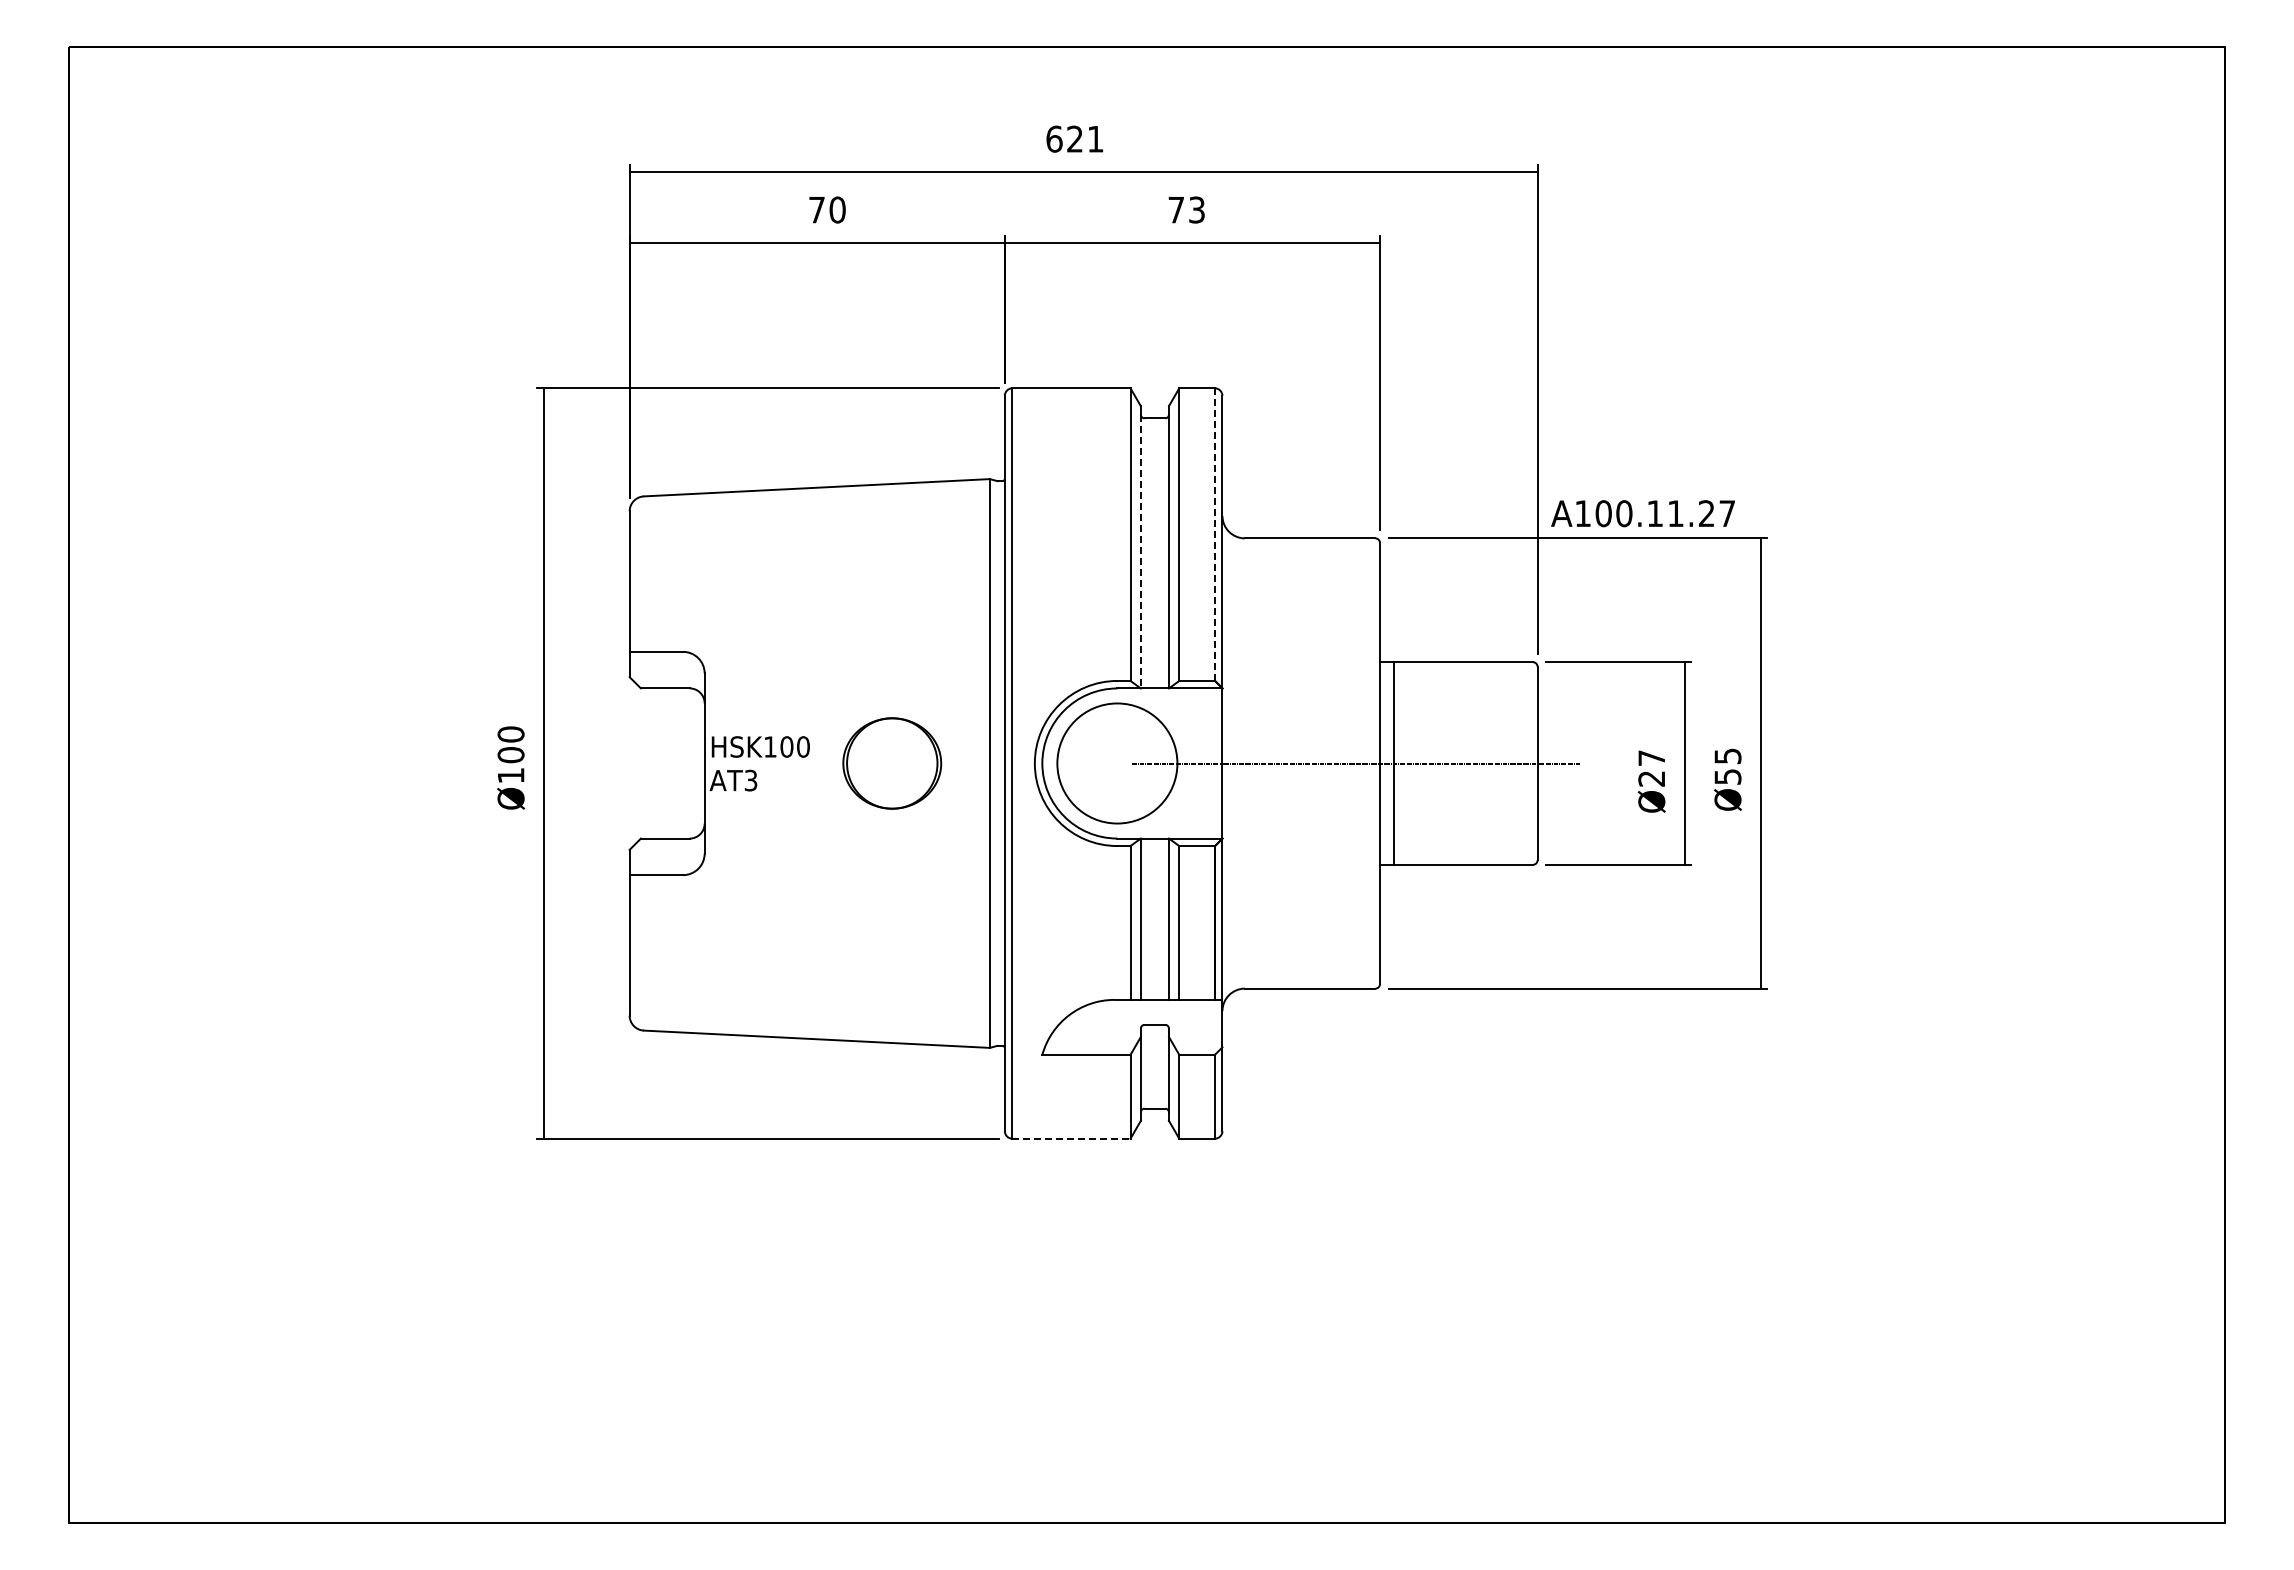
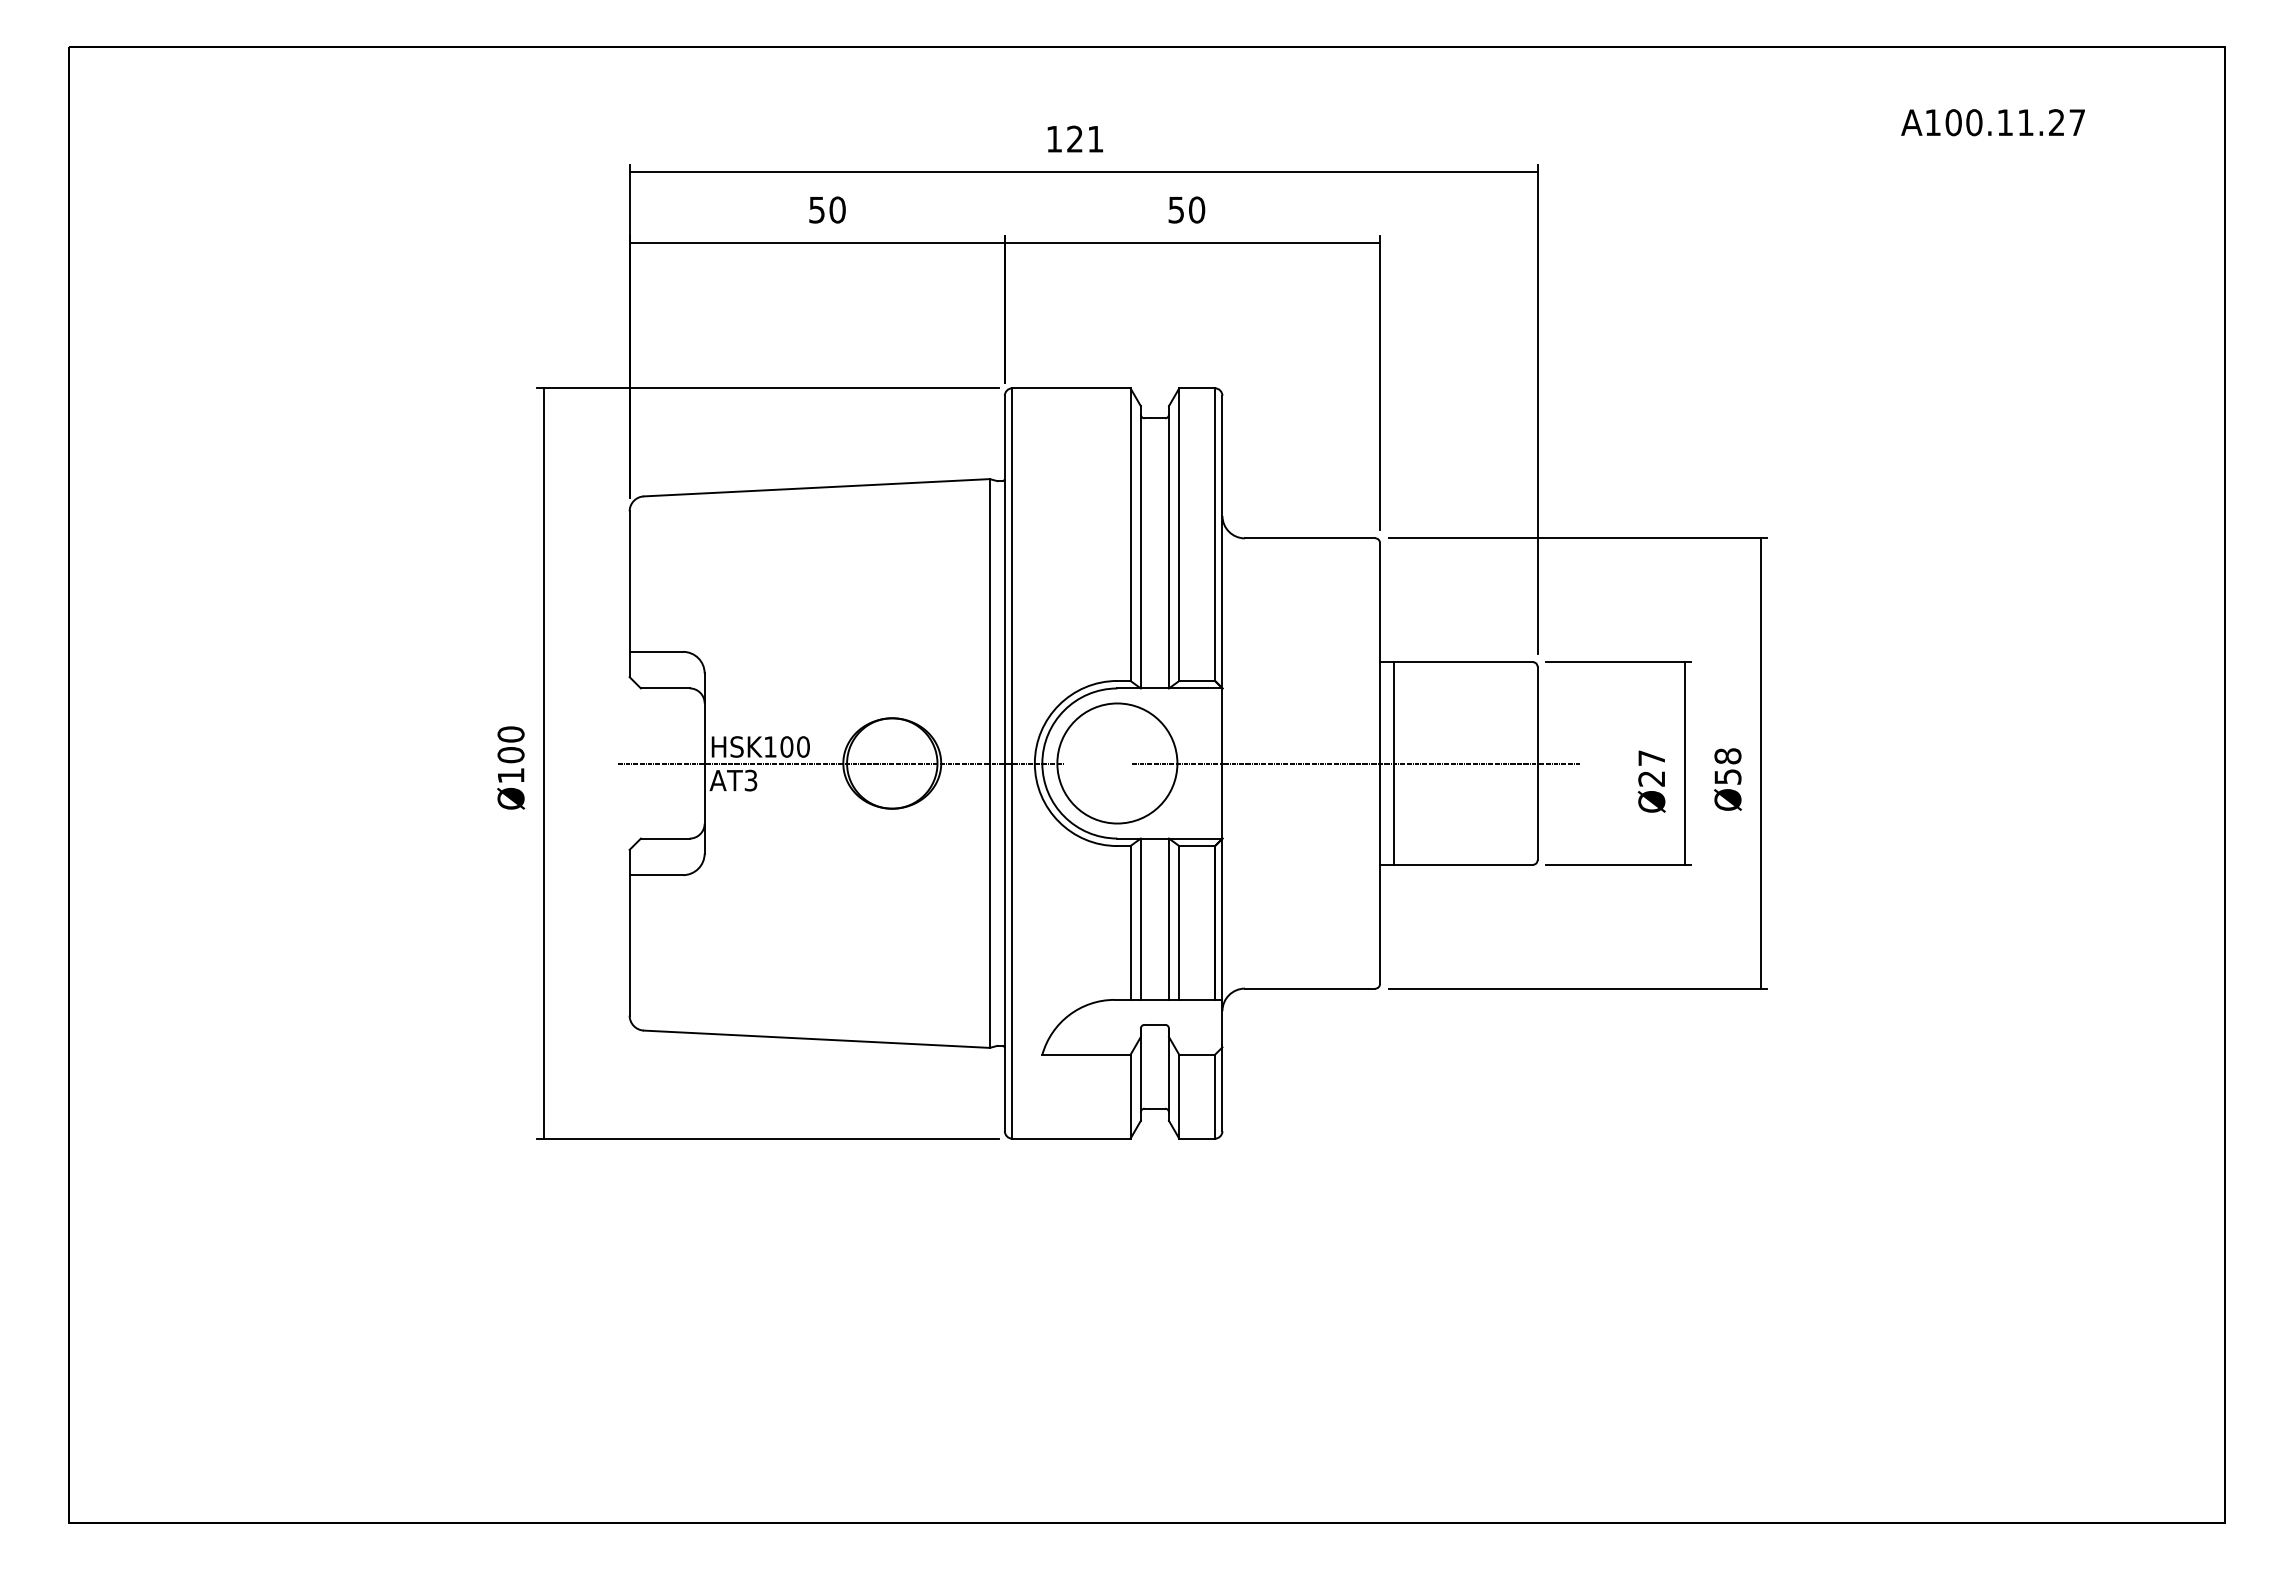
text at (1054, 138): 621 -> 121
text at (1186, 209): 73 -> 50
text at (816, 210): 70 -> 50
text at (1642, 513) position: (1642, 513) -> (1992, 122)
line at (1214, 534): dashed -> solid
line at (1140, 551): dashed -> solid
text at (1727, 756): Ø55 -> Ø58
line at (840, 763): none -> present
line at (1071, 1138): dashed -> solid
